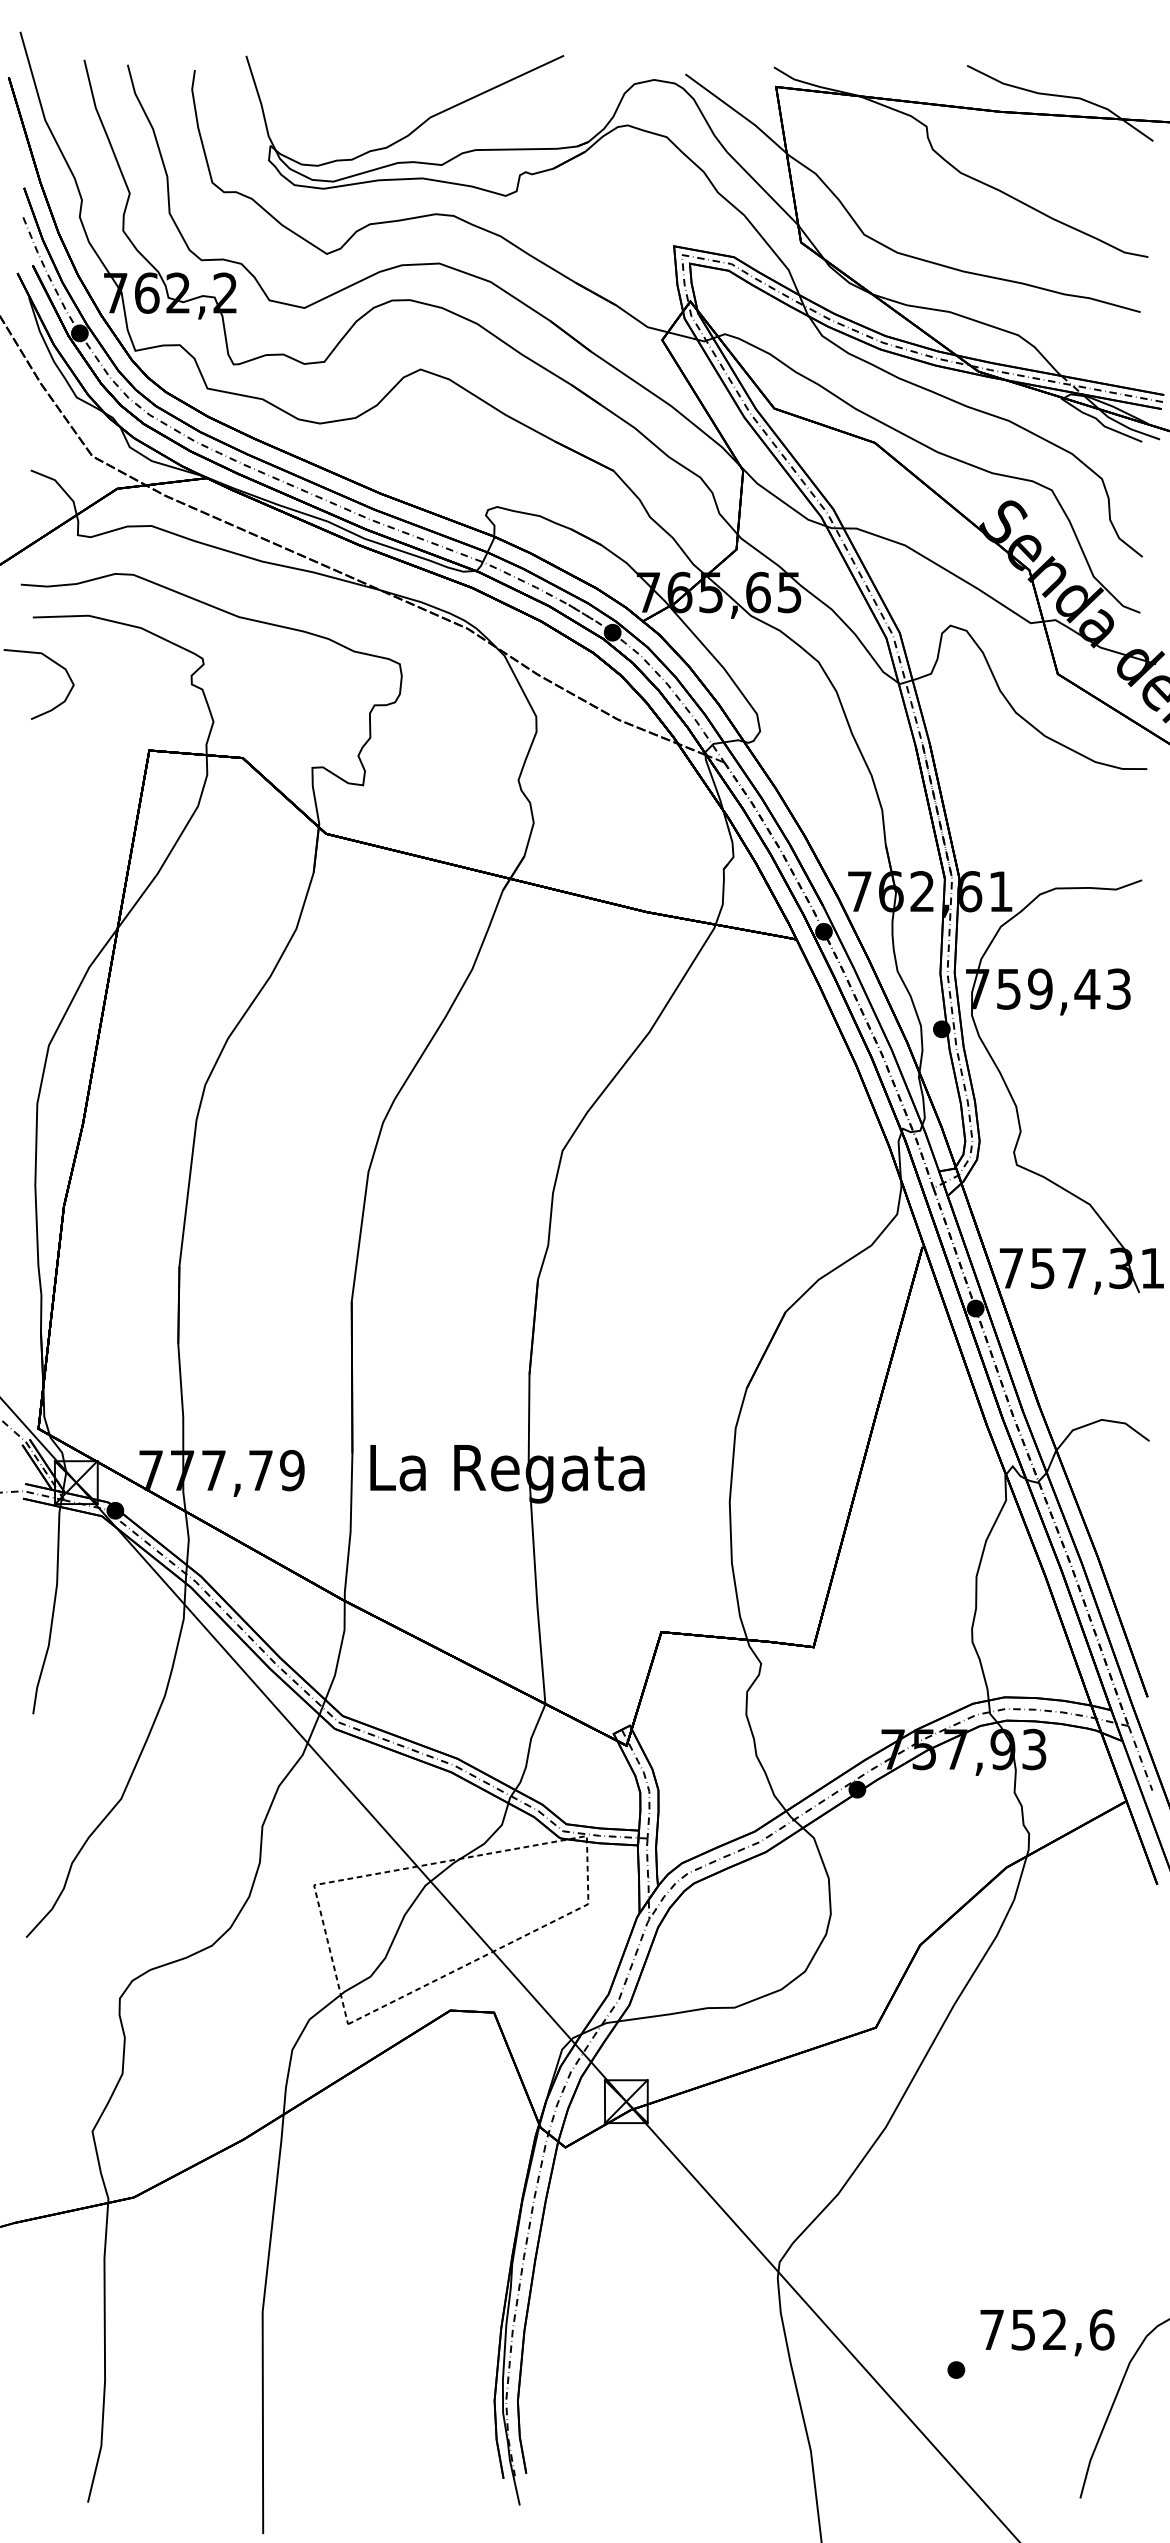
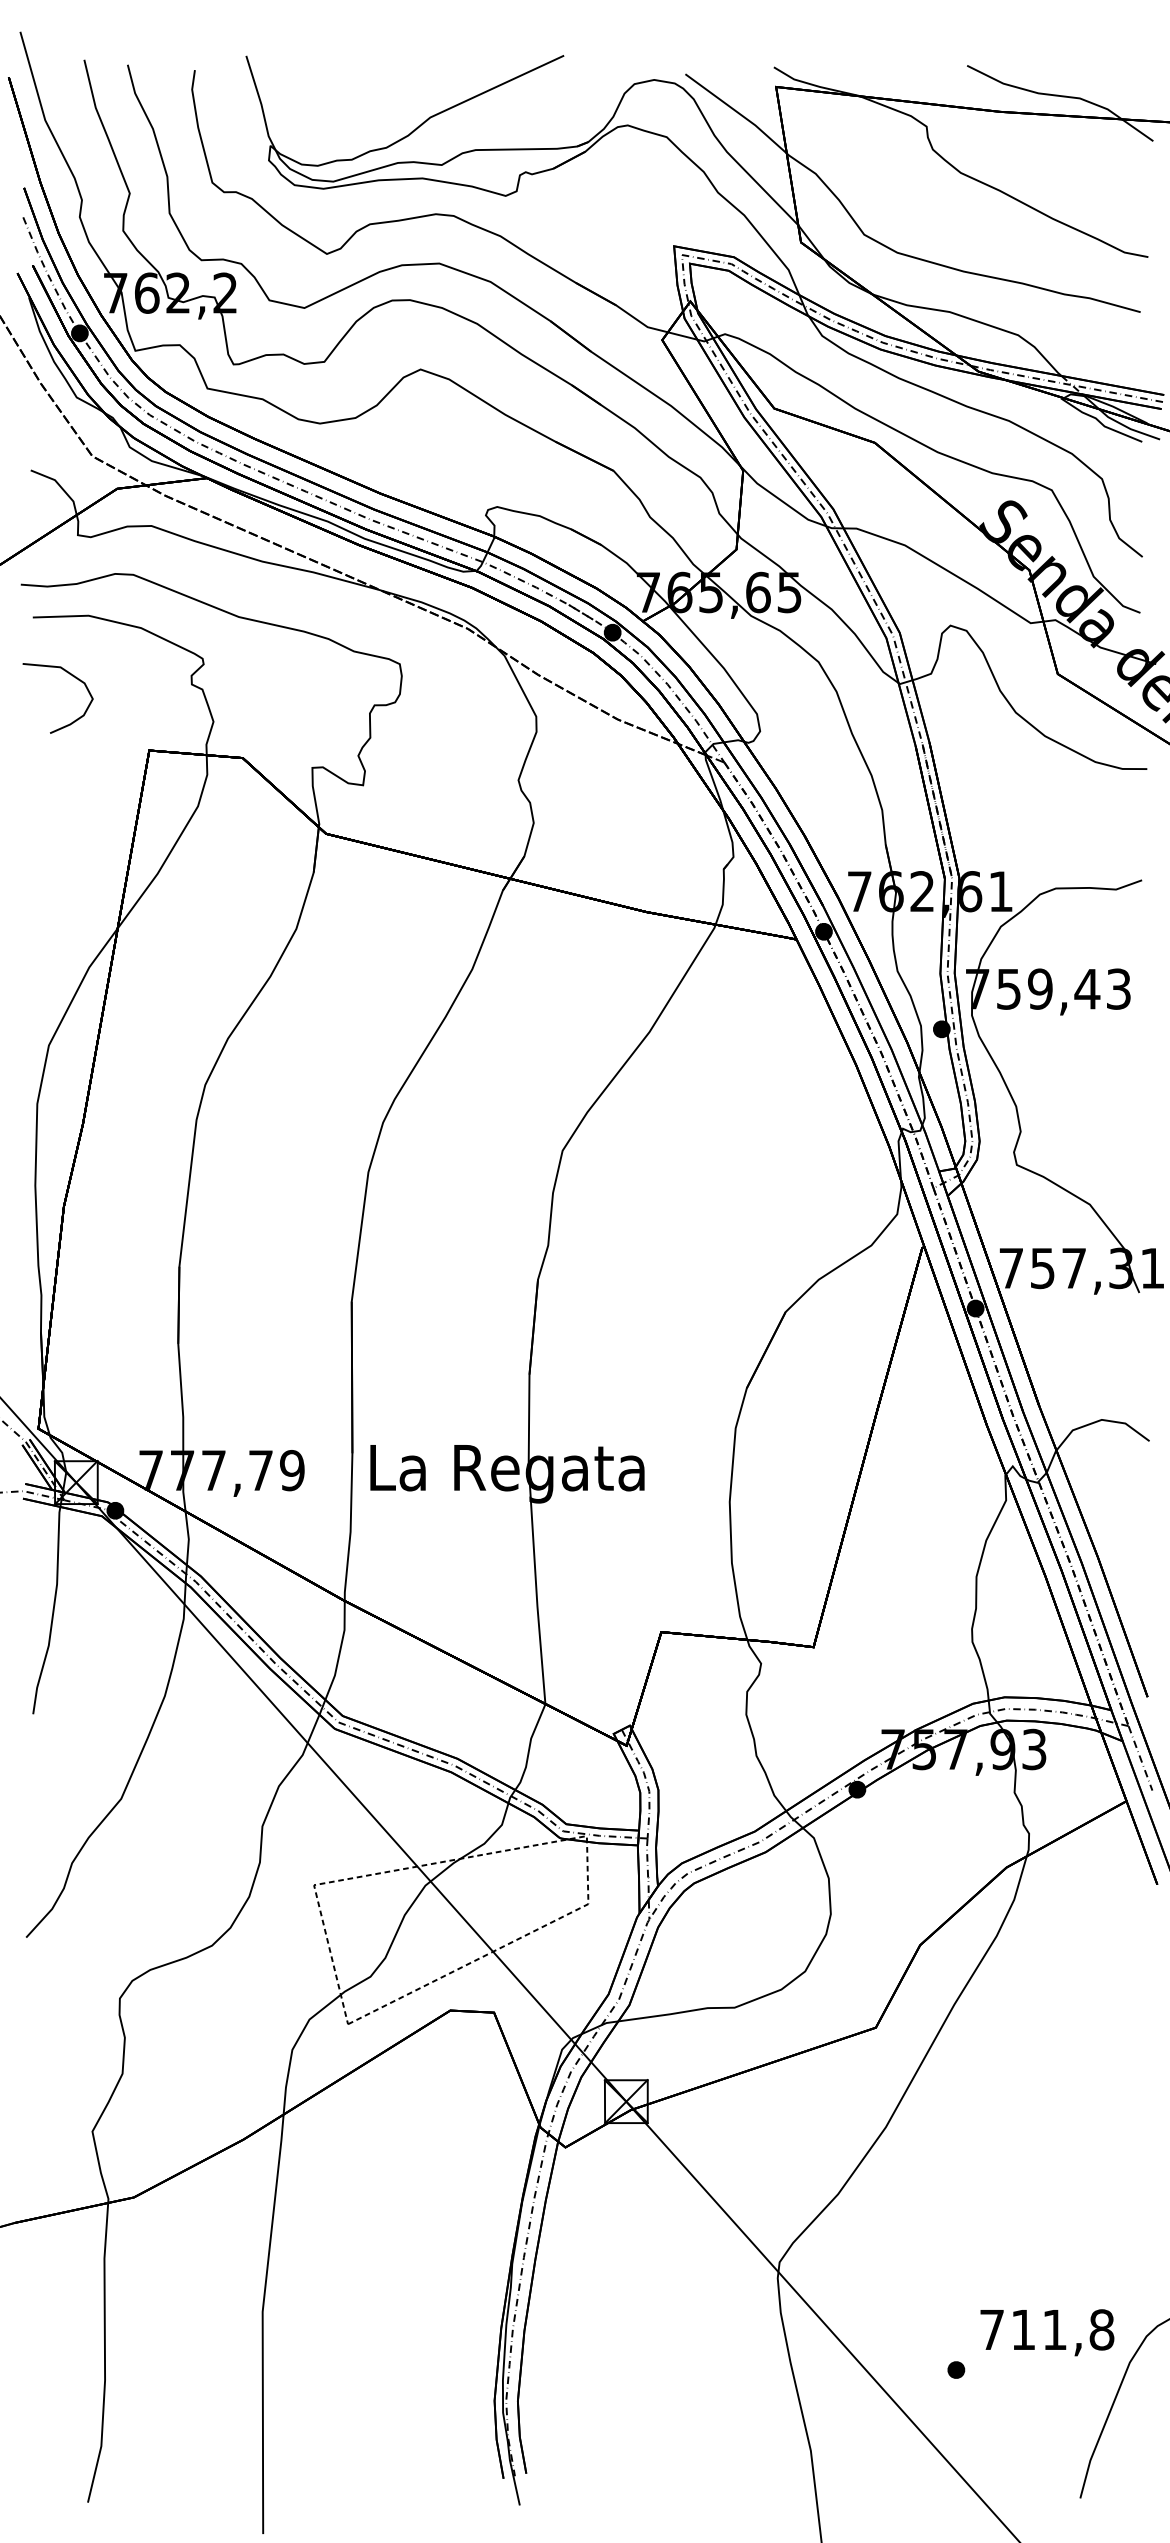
curve at (54, 663) position: (54, 663) -> (73, 677)
text at (1062, 2329): 752,6 -> 711,8
